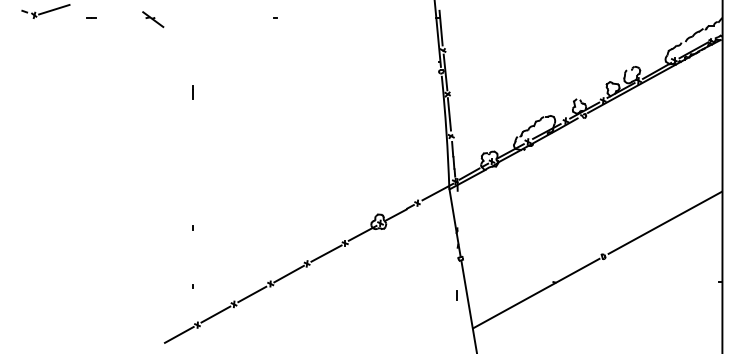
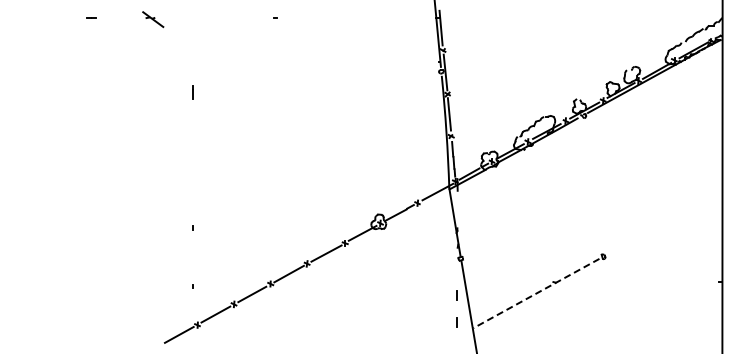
part at (45, 11): present -> none
line at (664, 222): present -> none
line at (536, 293): solid -> dashed
line at (456, 322): none -> present
